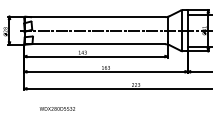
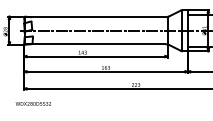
text at (56, 108) position: (56, 108) -> (32, 103)
